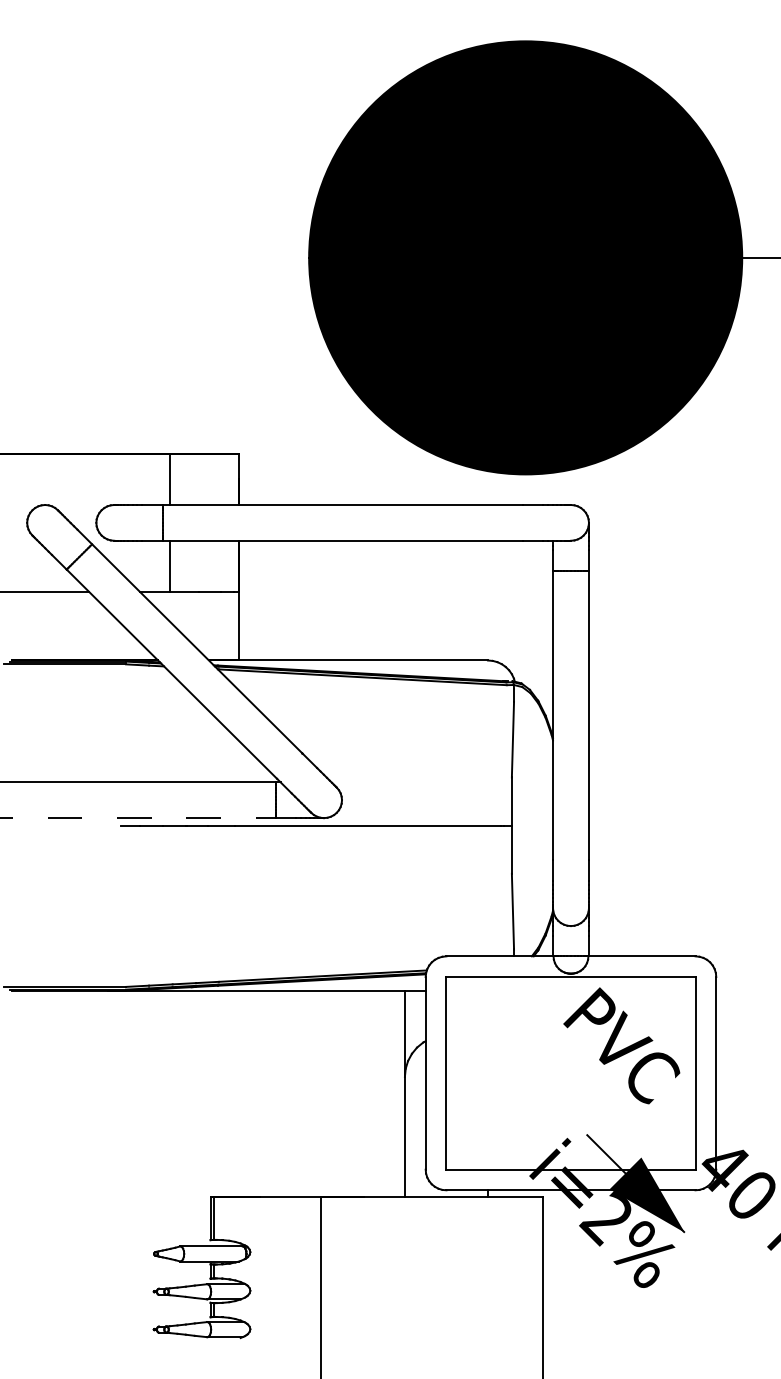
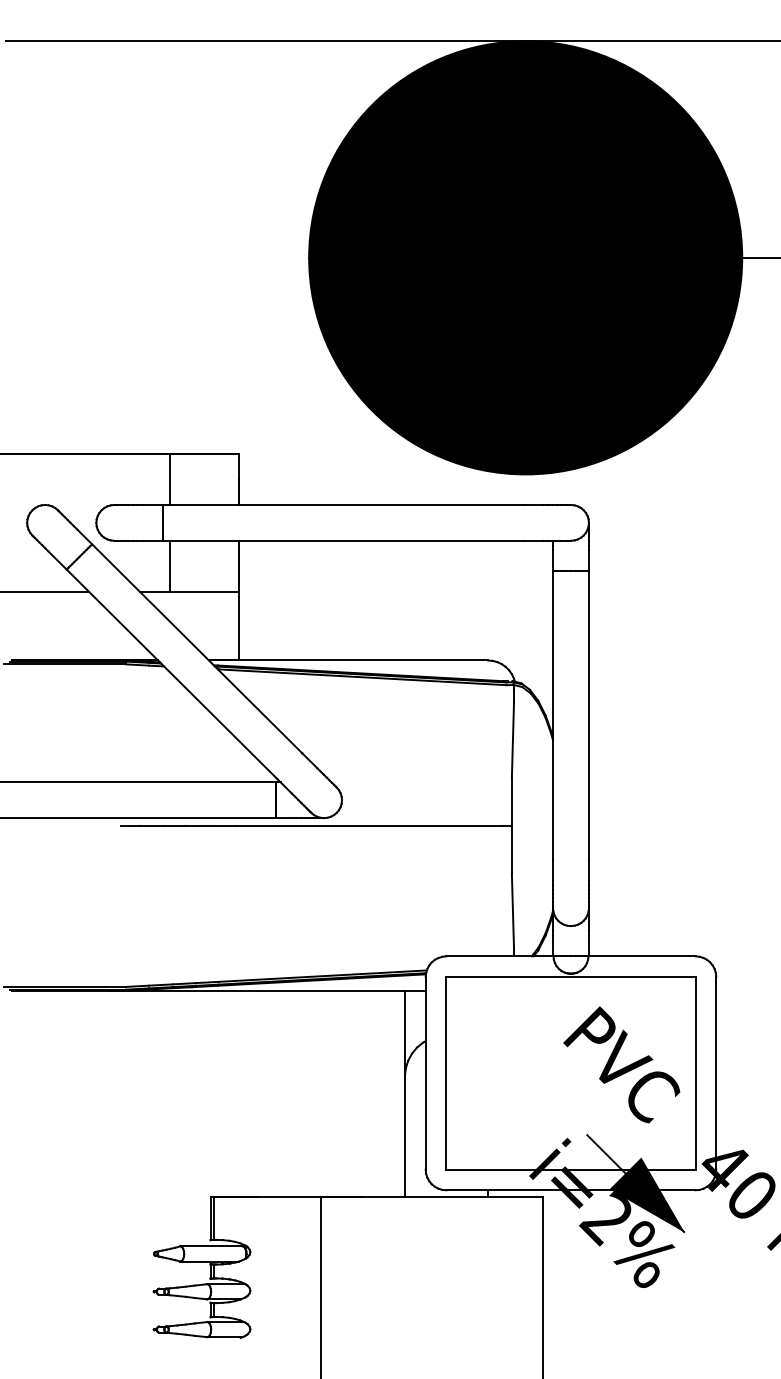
line at (391, 41): none -> present
line at (137, 818): dashed -> solid
text at (621, 1045) position: (621, 1045) -> (621, 1064)
